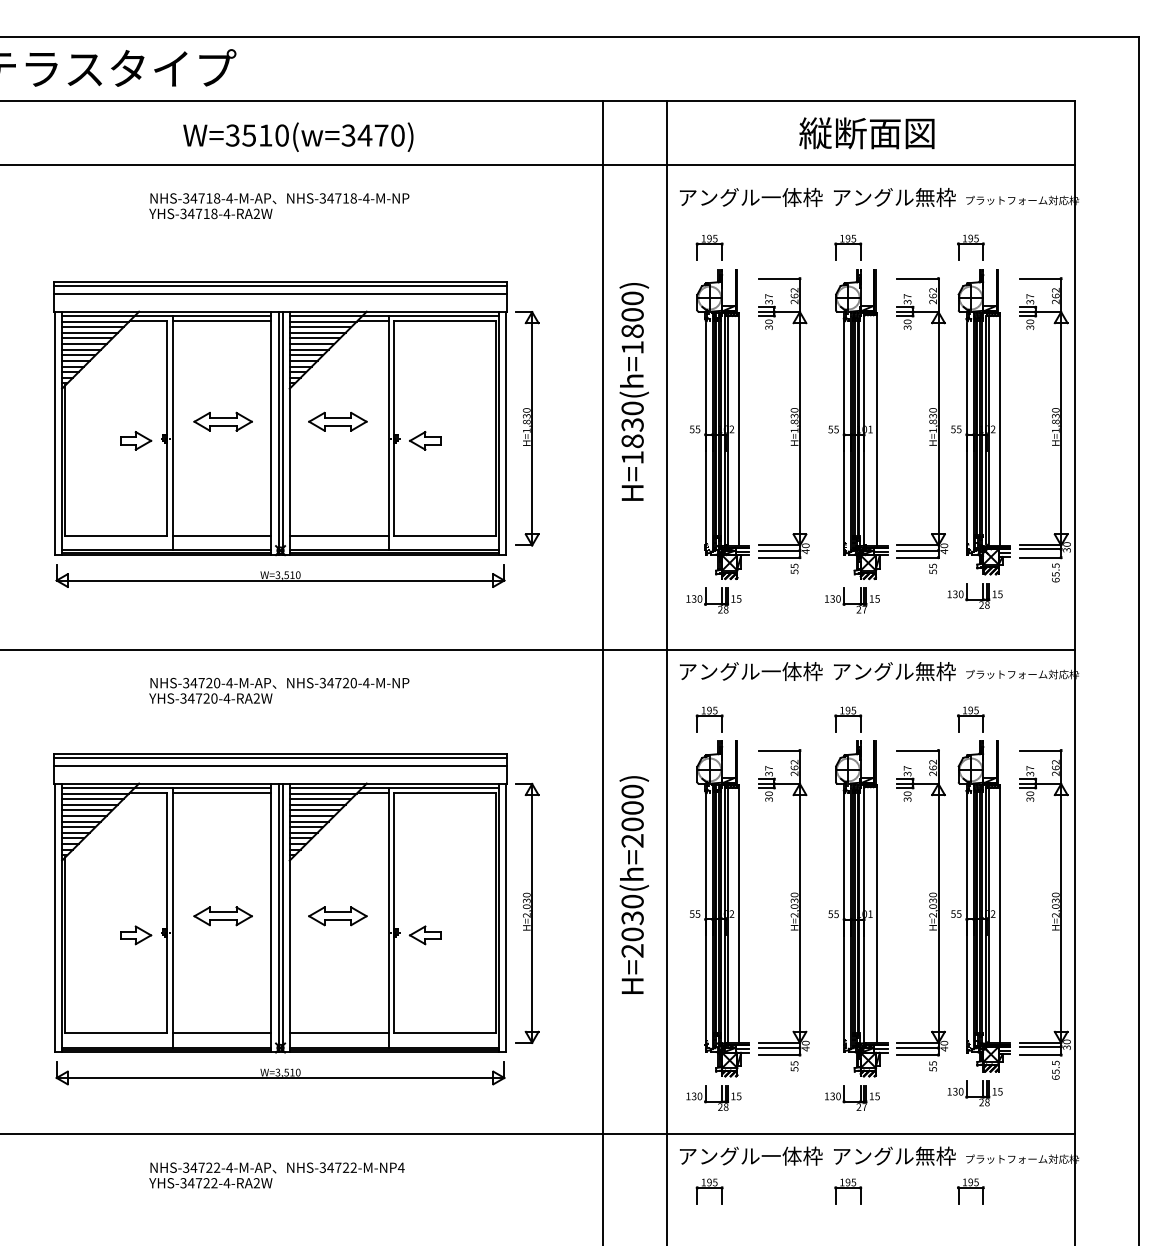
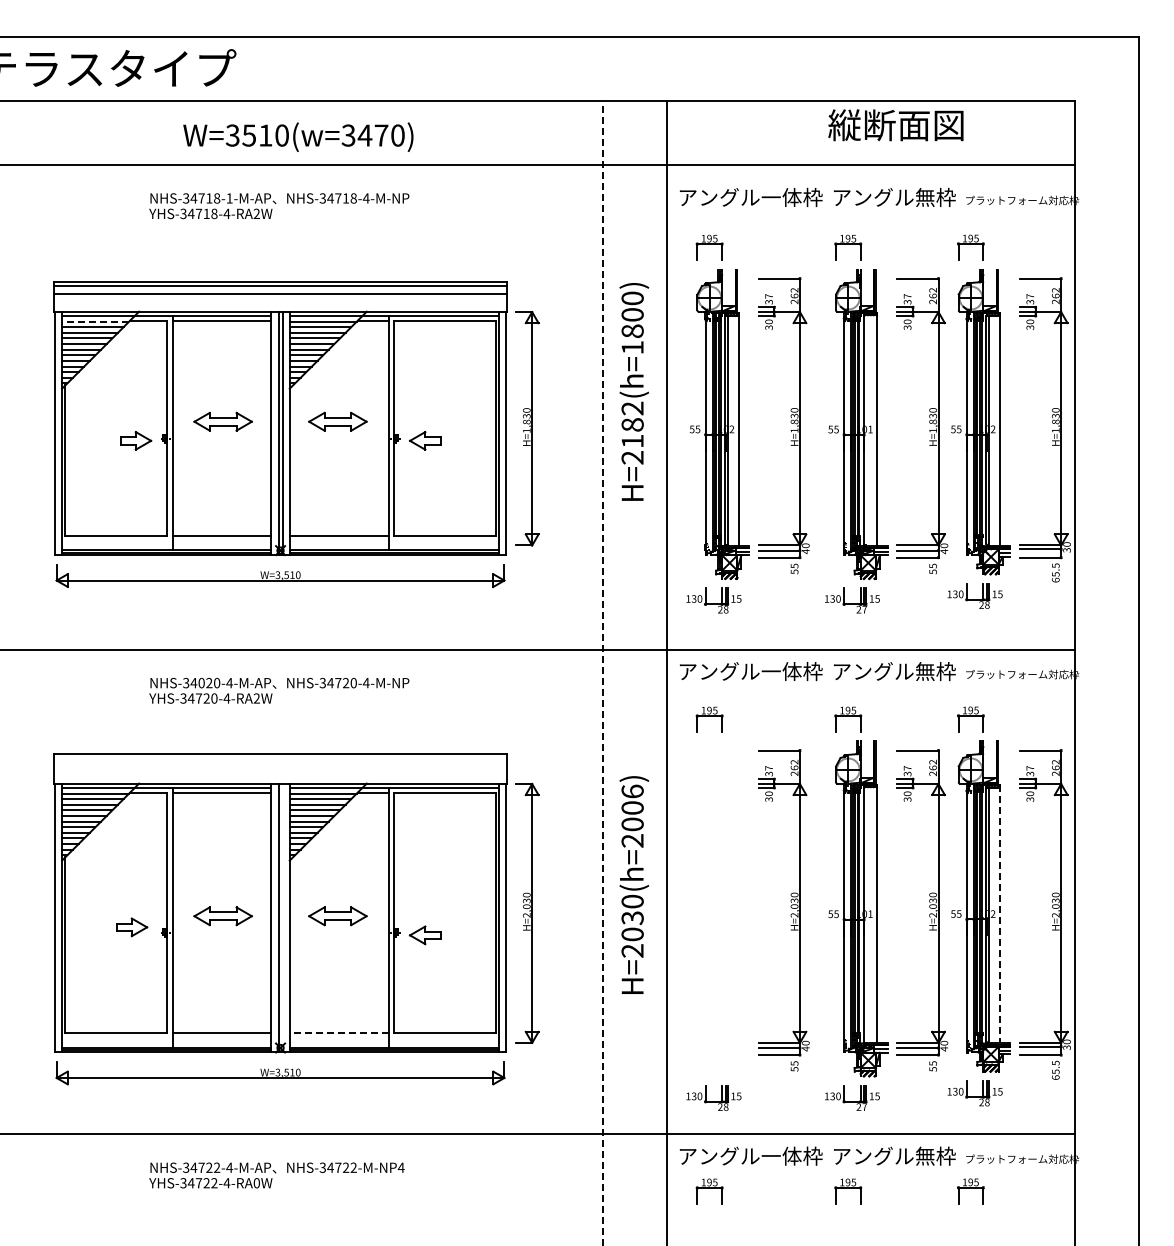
text at (866, 133) position: (866, 133) -> (895, 125)
text at (229, 198): NHS-34718-4-M-AP -> NHS-34718-1-M-AP
line at (95, 321): solid -> dashed
text at (632, 432): H=1830(h=1800) -> H=2182(h=1800)
line at (602, 672): solid -> dashed
text at (201, 682): NHS-34720-4-M-AP -> NHS-34020-4-M-AP
line at (280, 757): present -> none
line at (280, 766): present -> none
text at (632, 791): H=2030(h=2000) -> H=2030(h=2006)
part at (719, 908): present -> none
line at (1000, 914): solid -> dashed
line at (282, 917): present -> none
part at (136, 935) position: (136, 935) -> (132, 927)
line at (338, 1033): solid -> dashed
text at (256, 1183): YHS-34722-4-RA2W -> YHS-34722-4-RA0W
